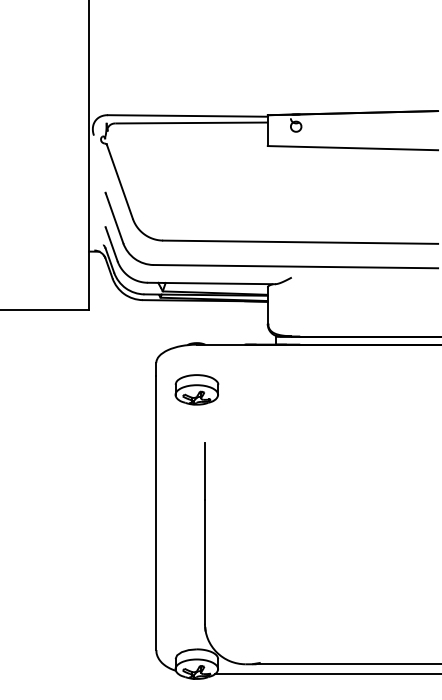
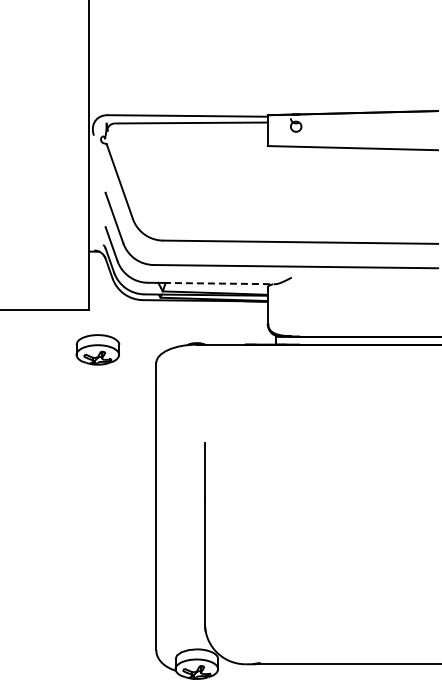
line at (219, 283): solid -> dashed
part at (196, 389) position: (196, 389) -> (97, 349)
line at (326, 673): present -> none
